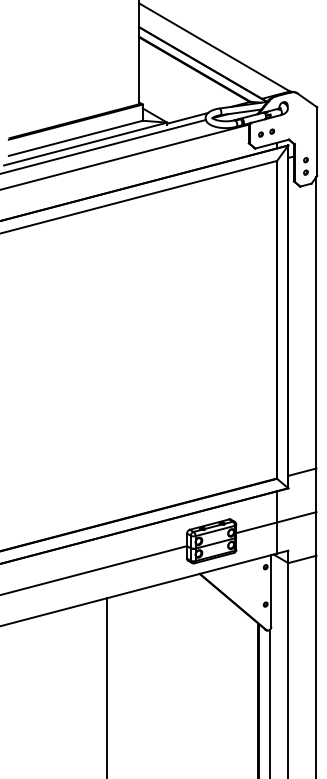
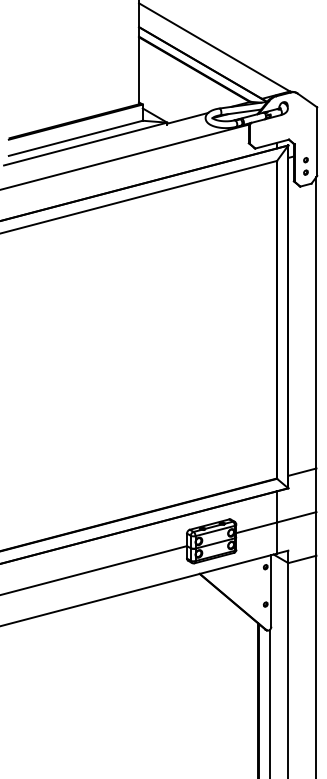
part at (266, 132): present -> none
line at (103, 146): present -> none
line at (107, 686): present -> none
